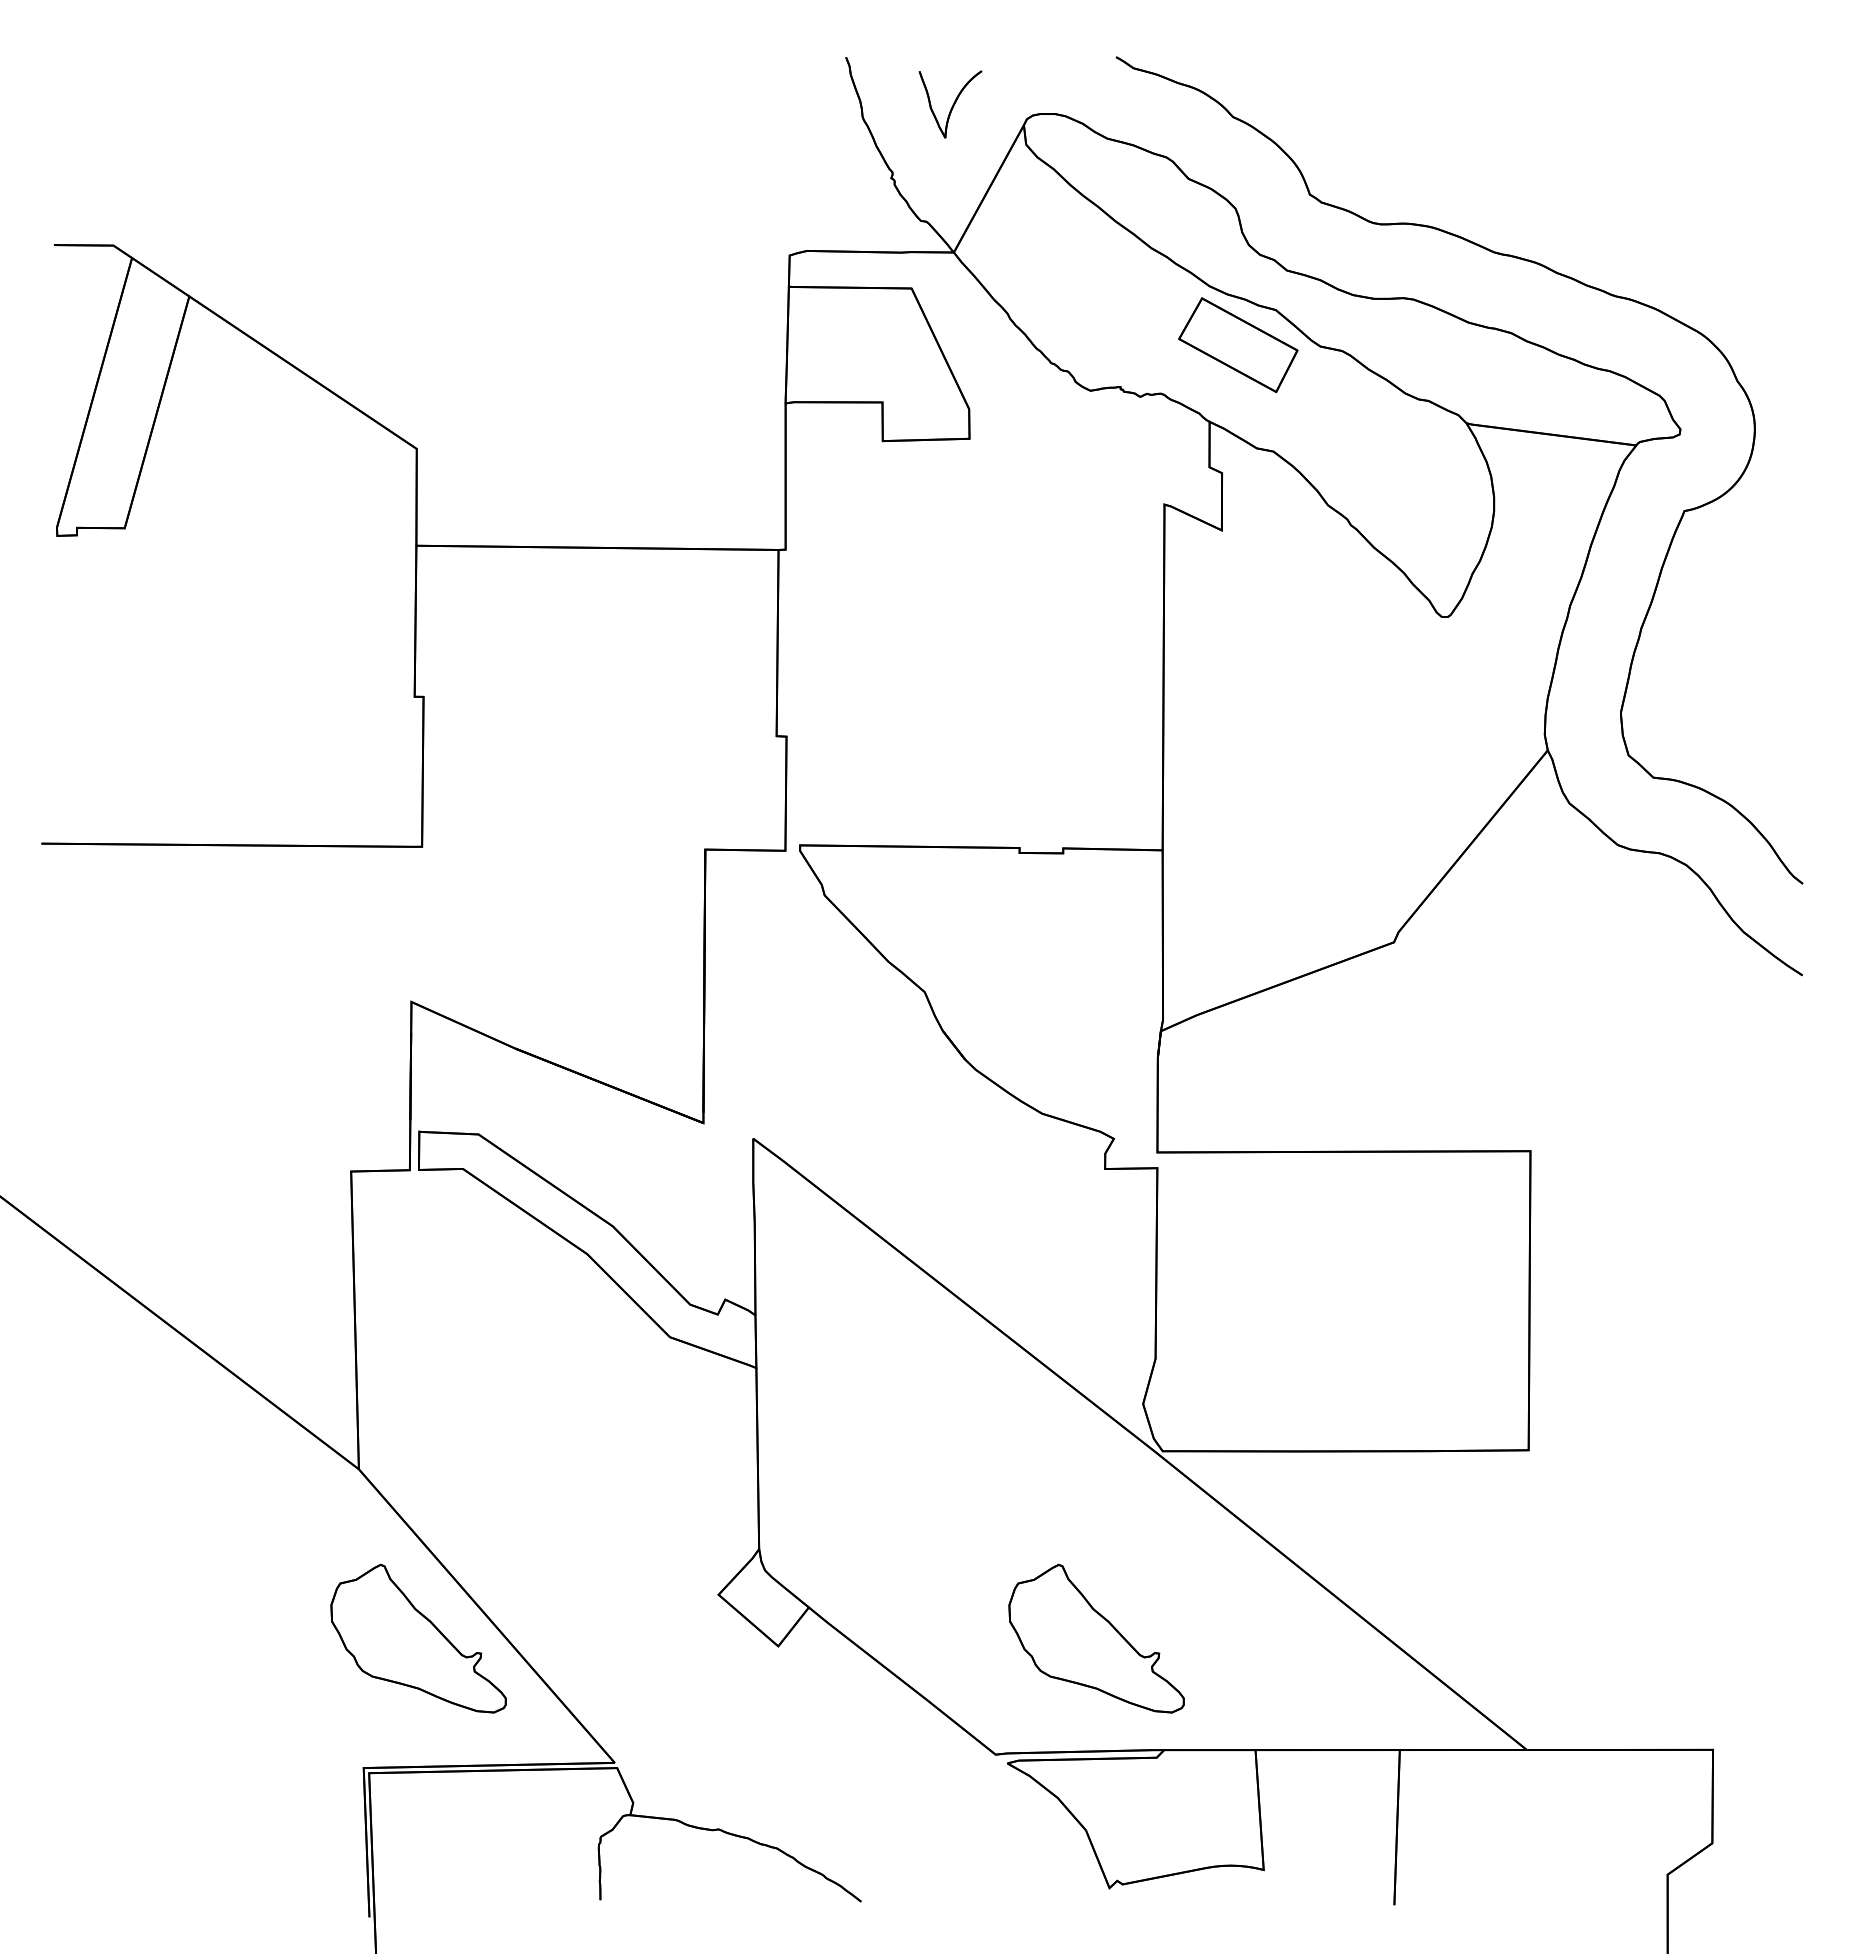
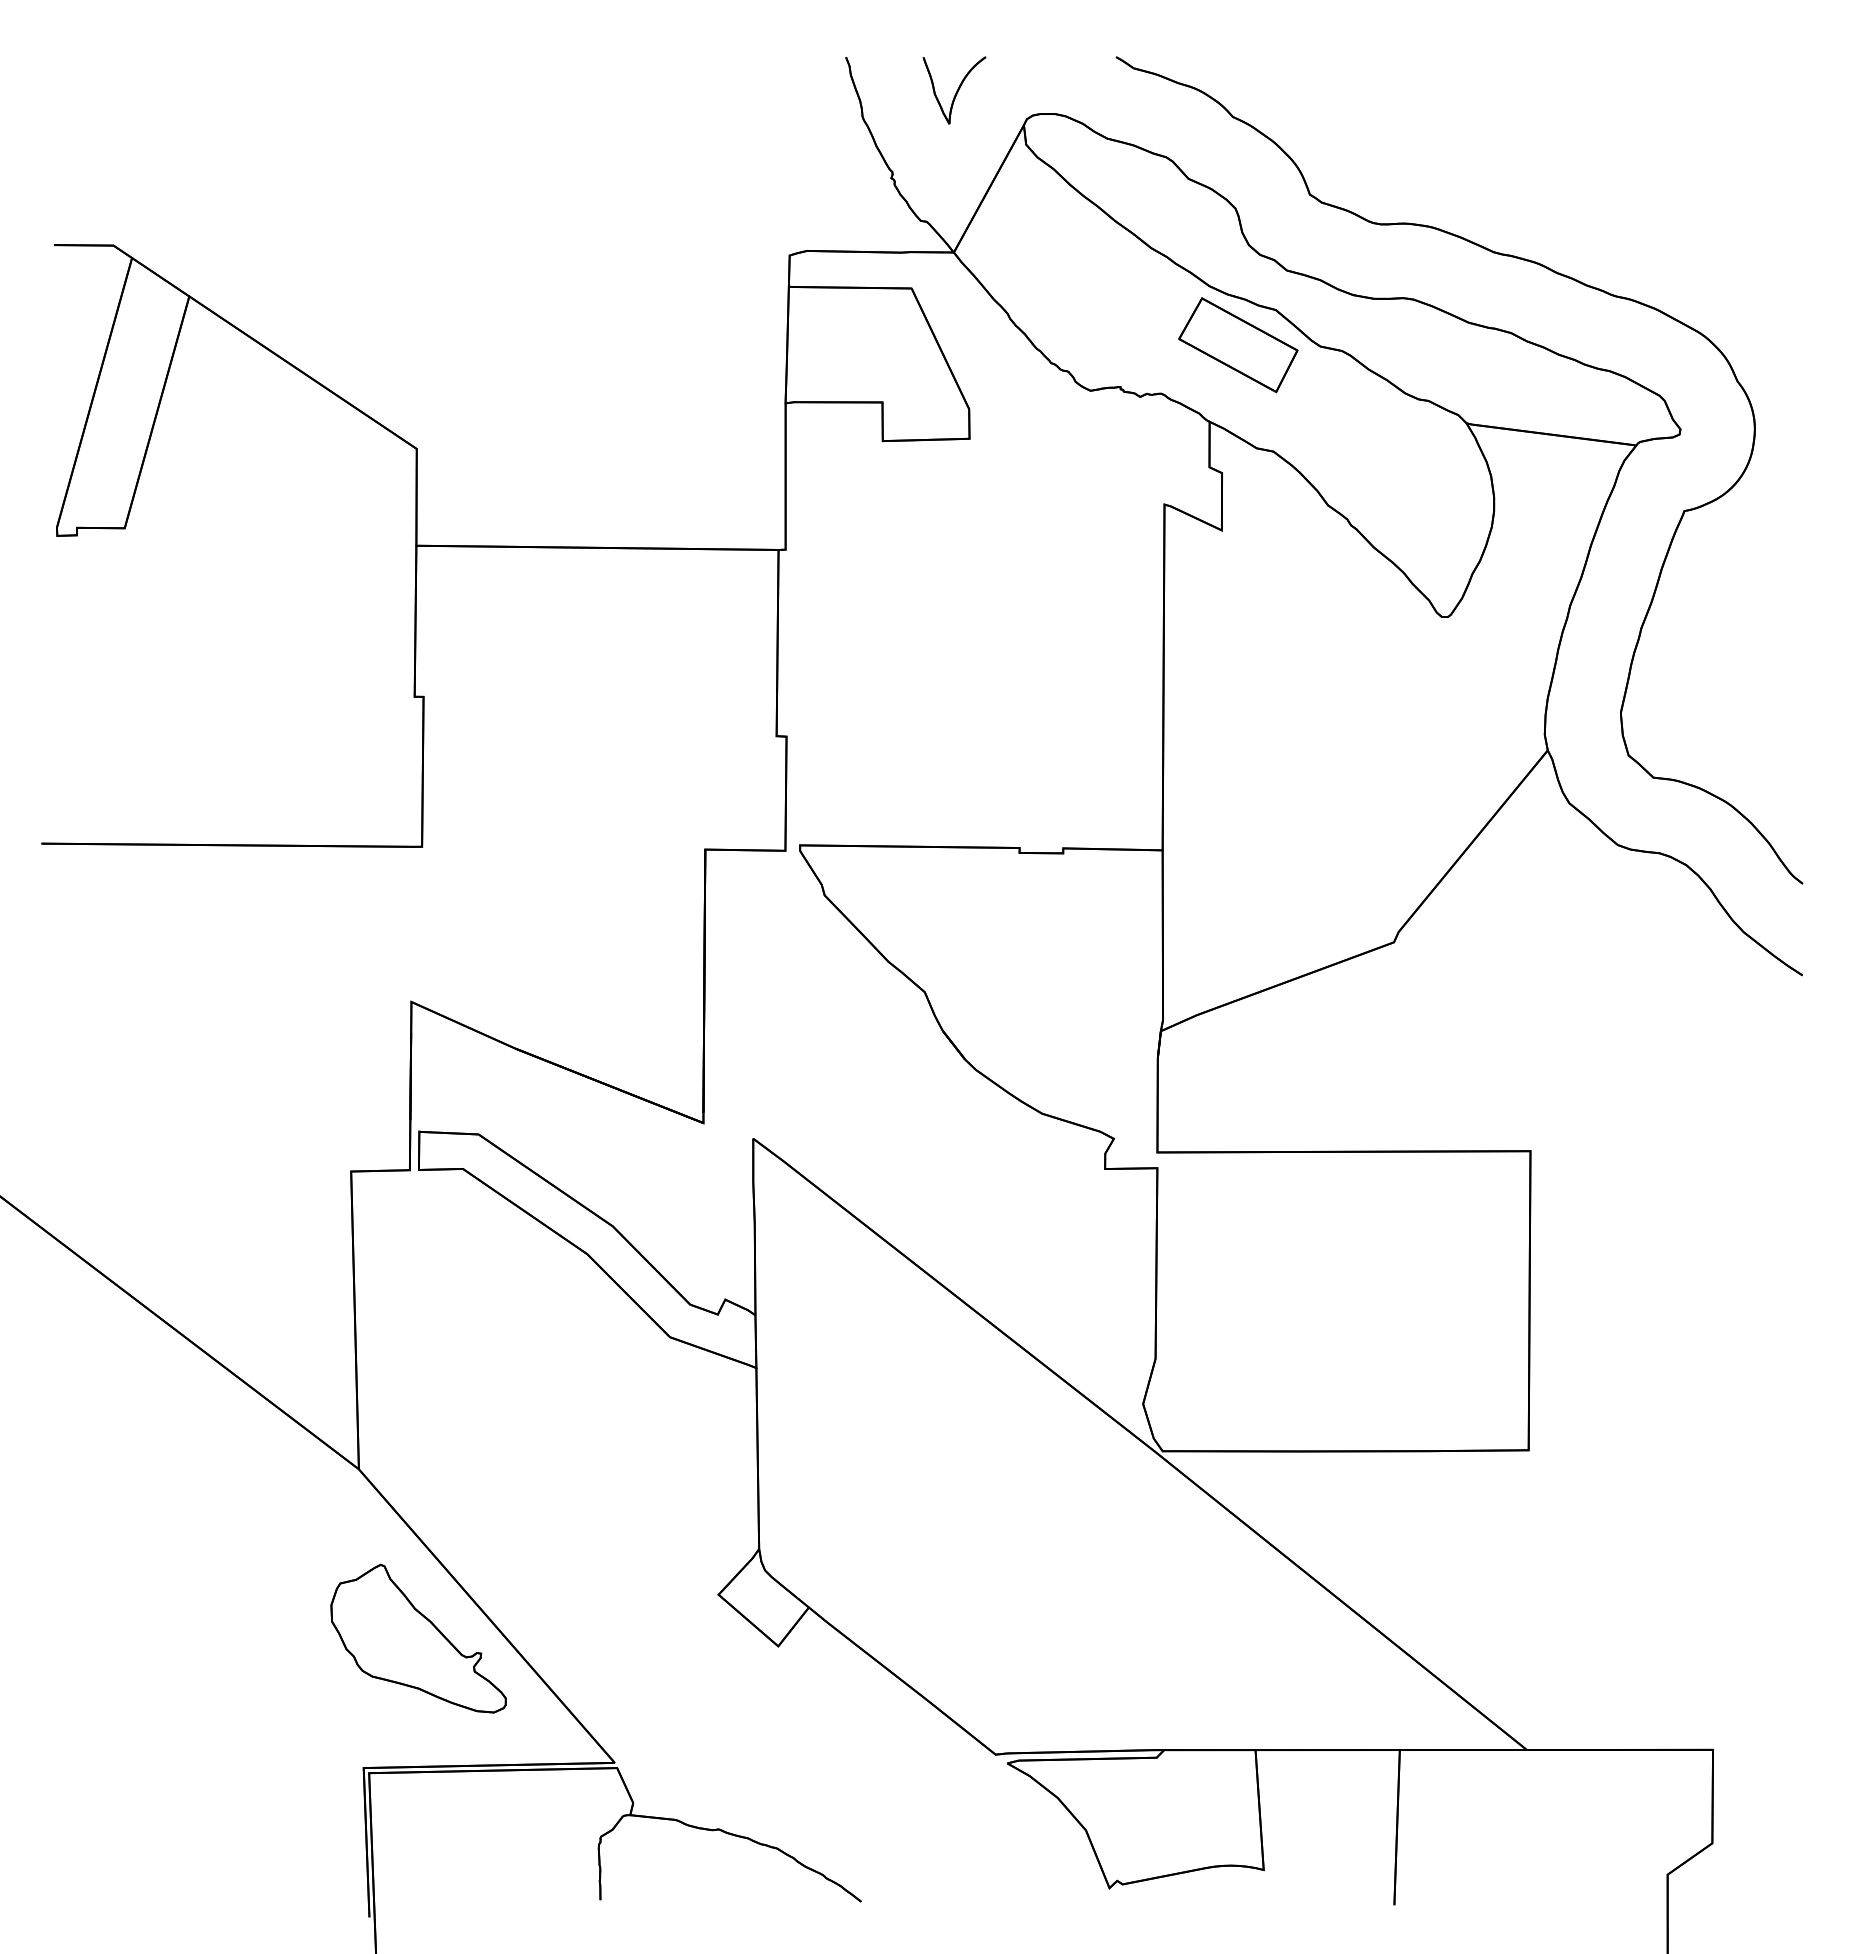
part at (950, 104) position: (950, 104) -> (954, 90)
part at (1096, 1638): present -> none
